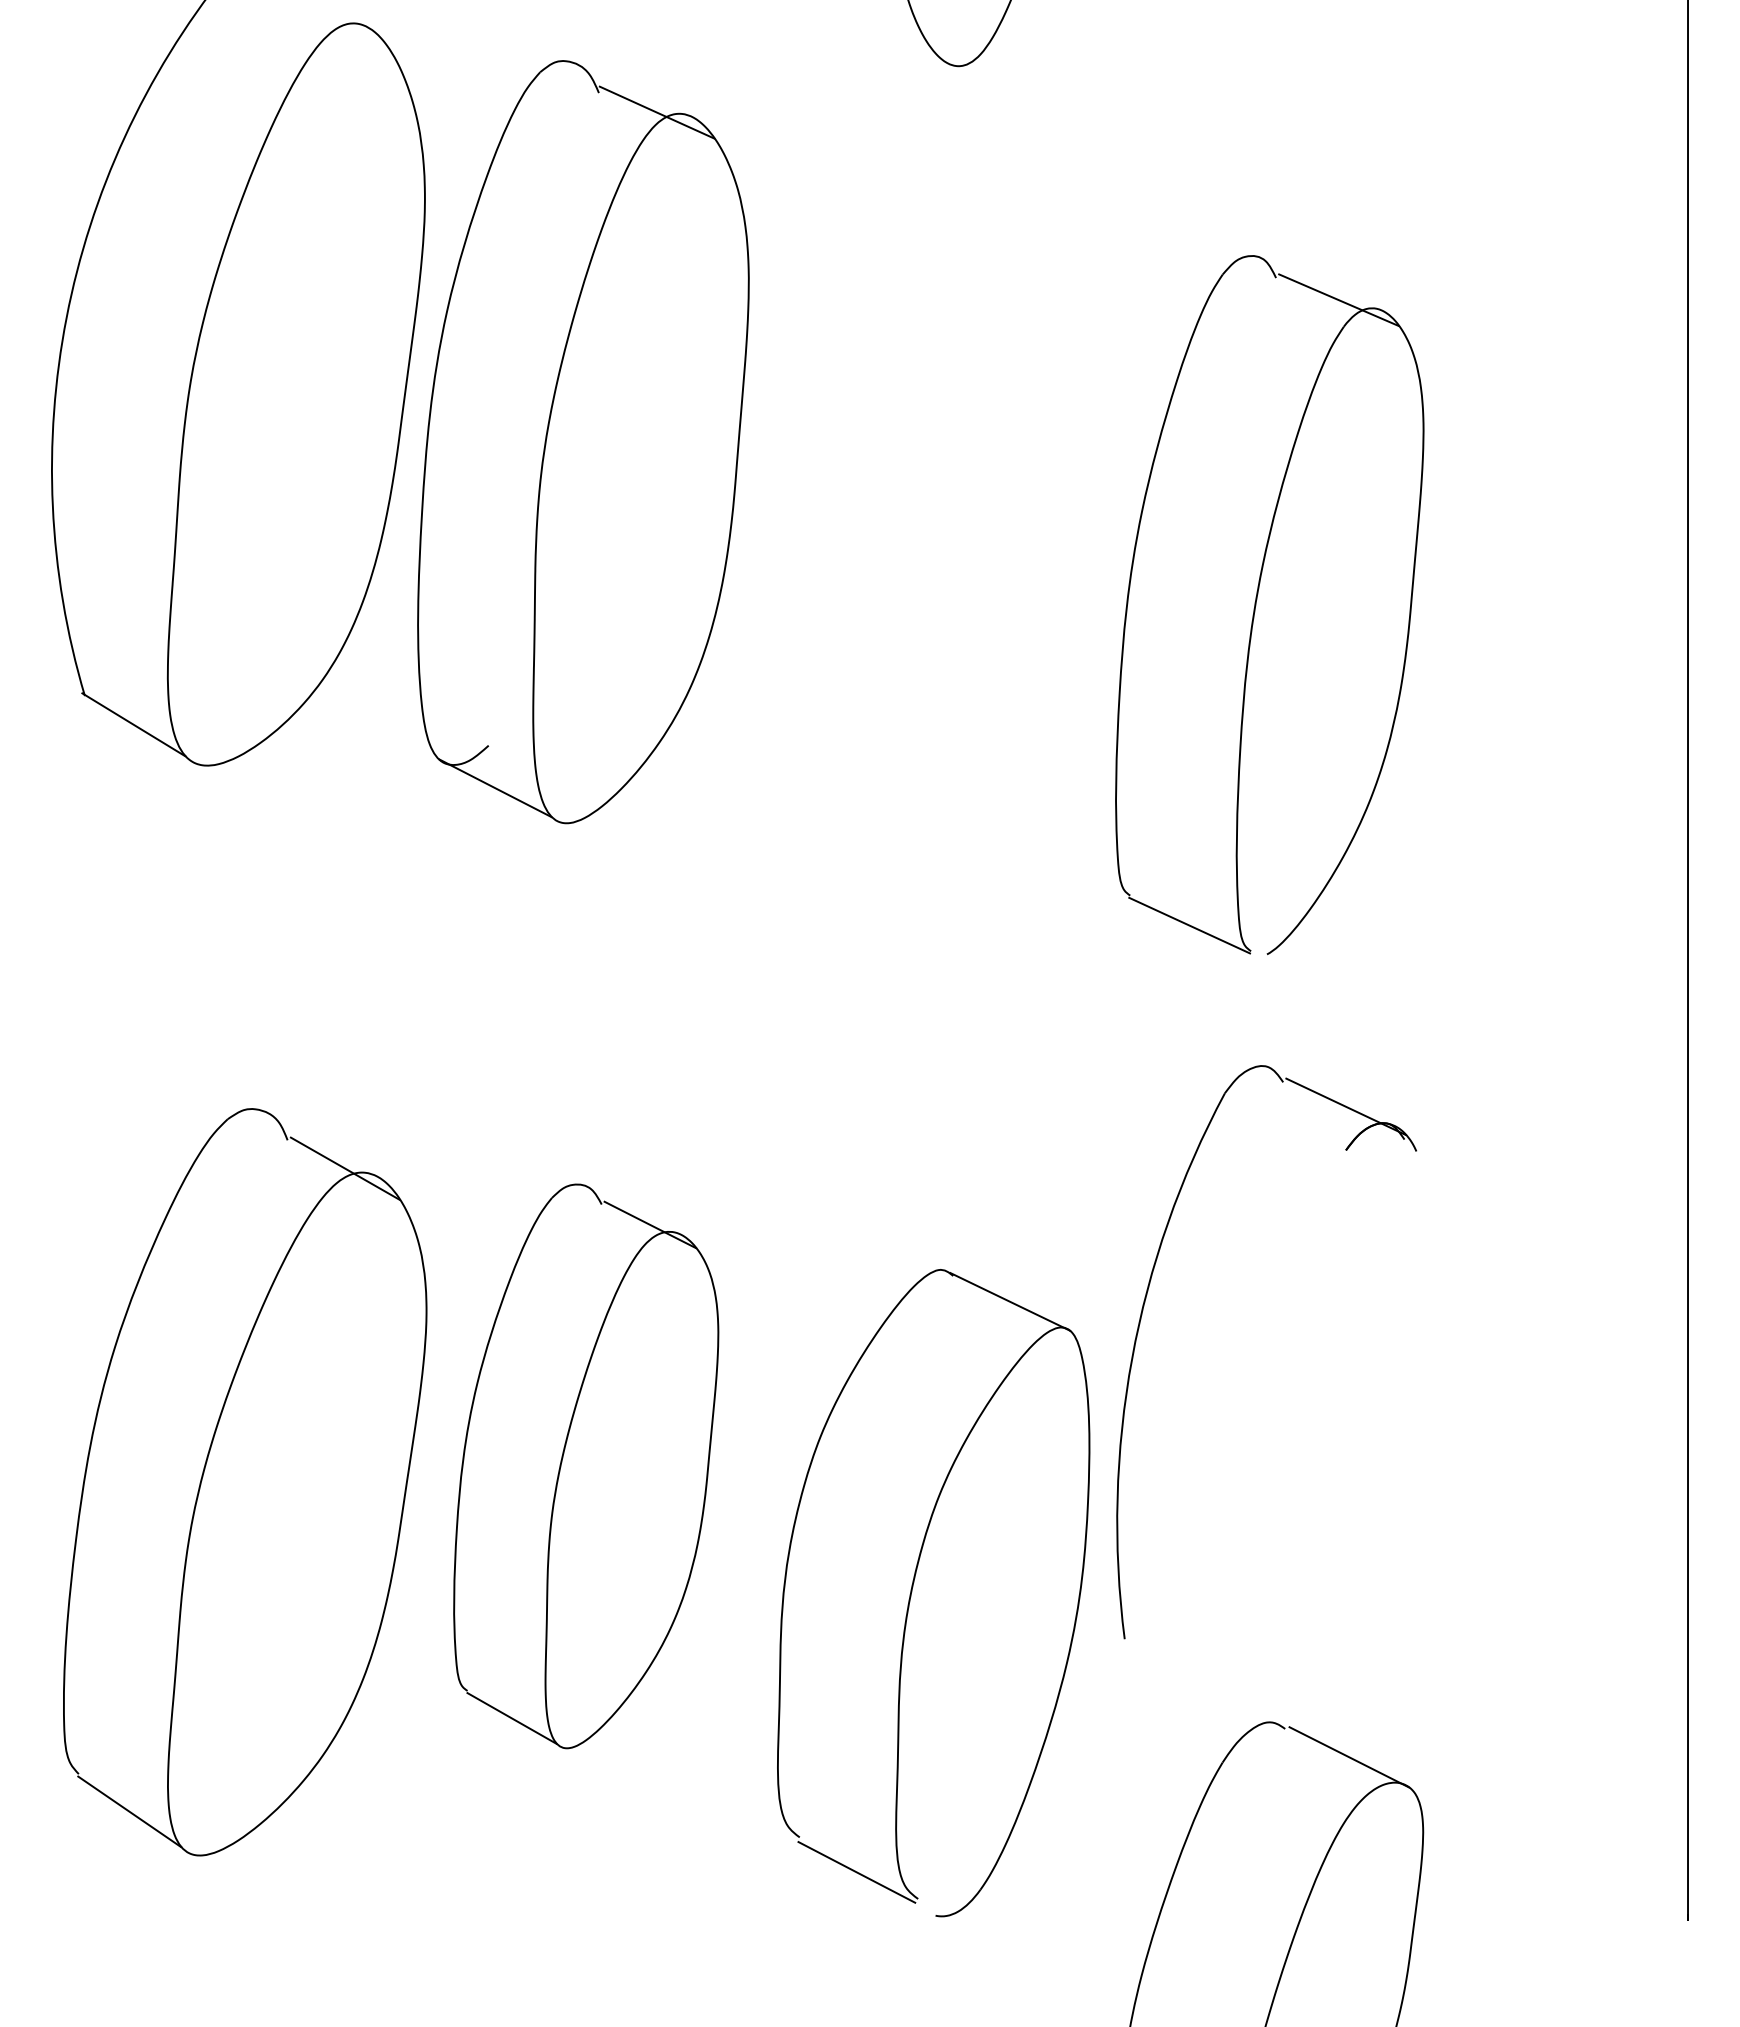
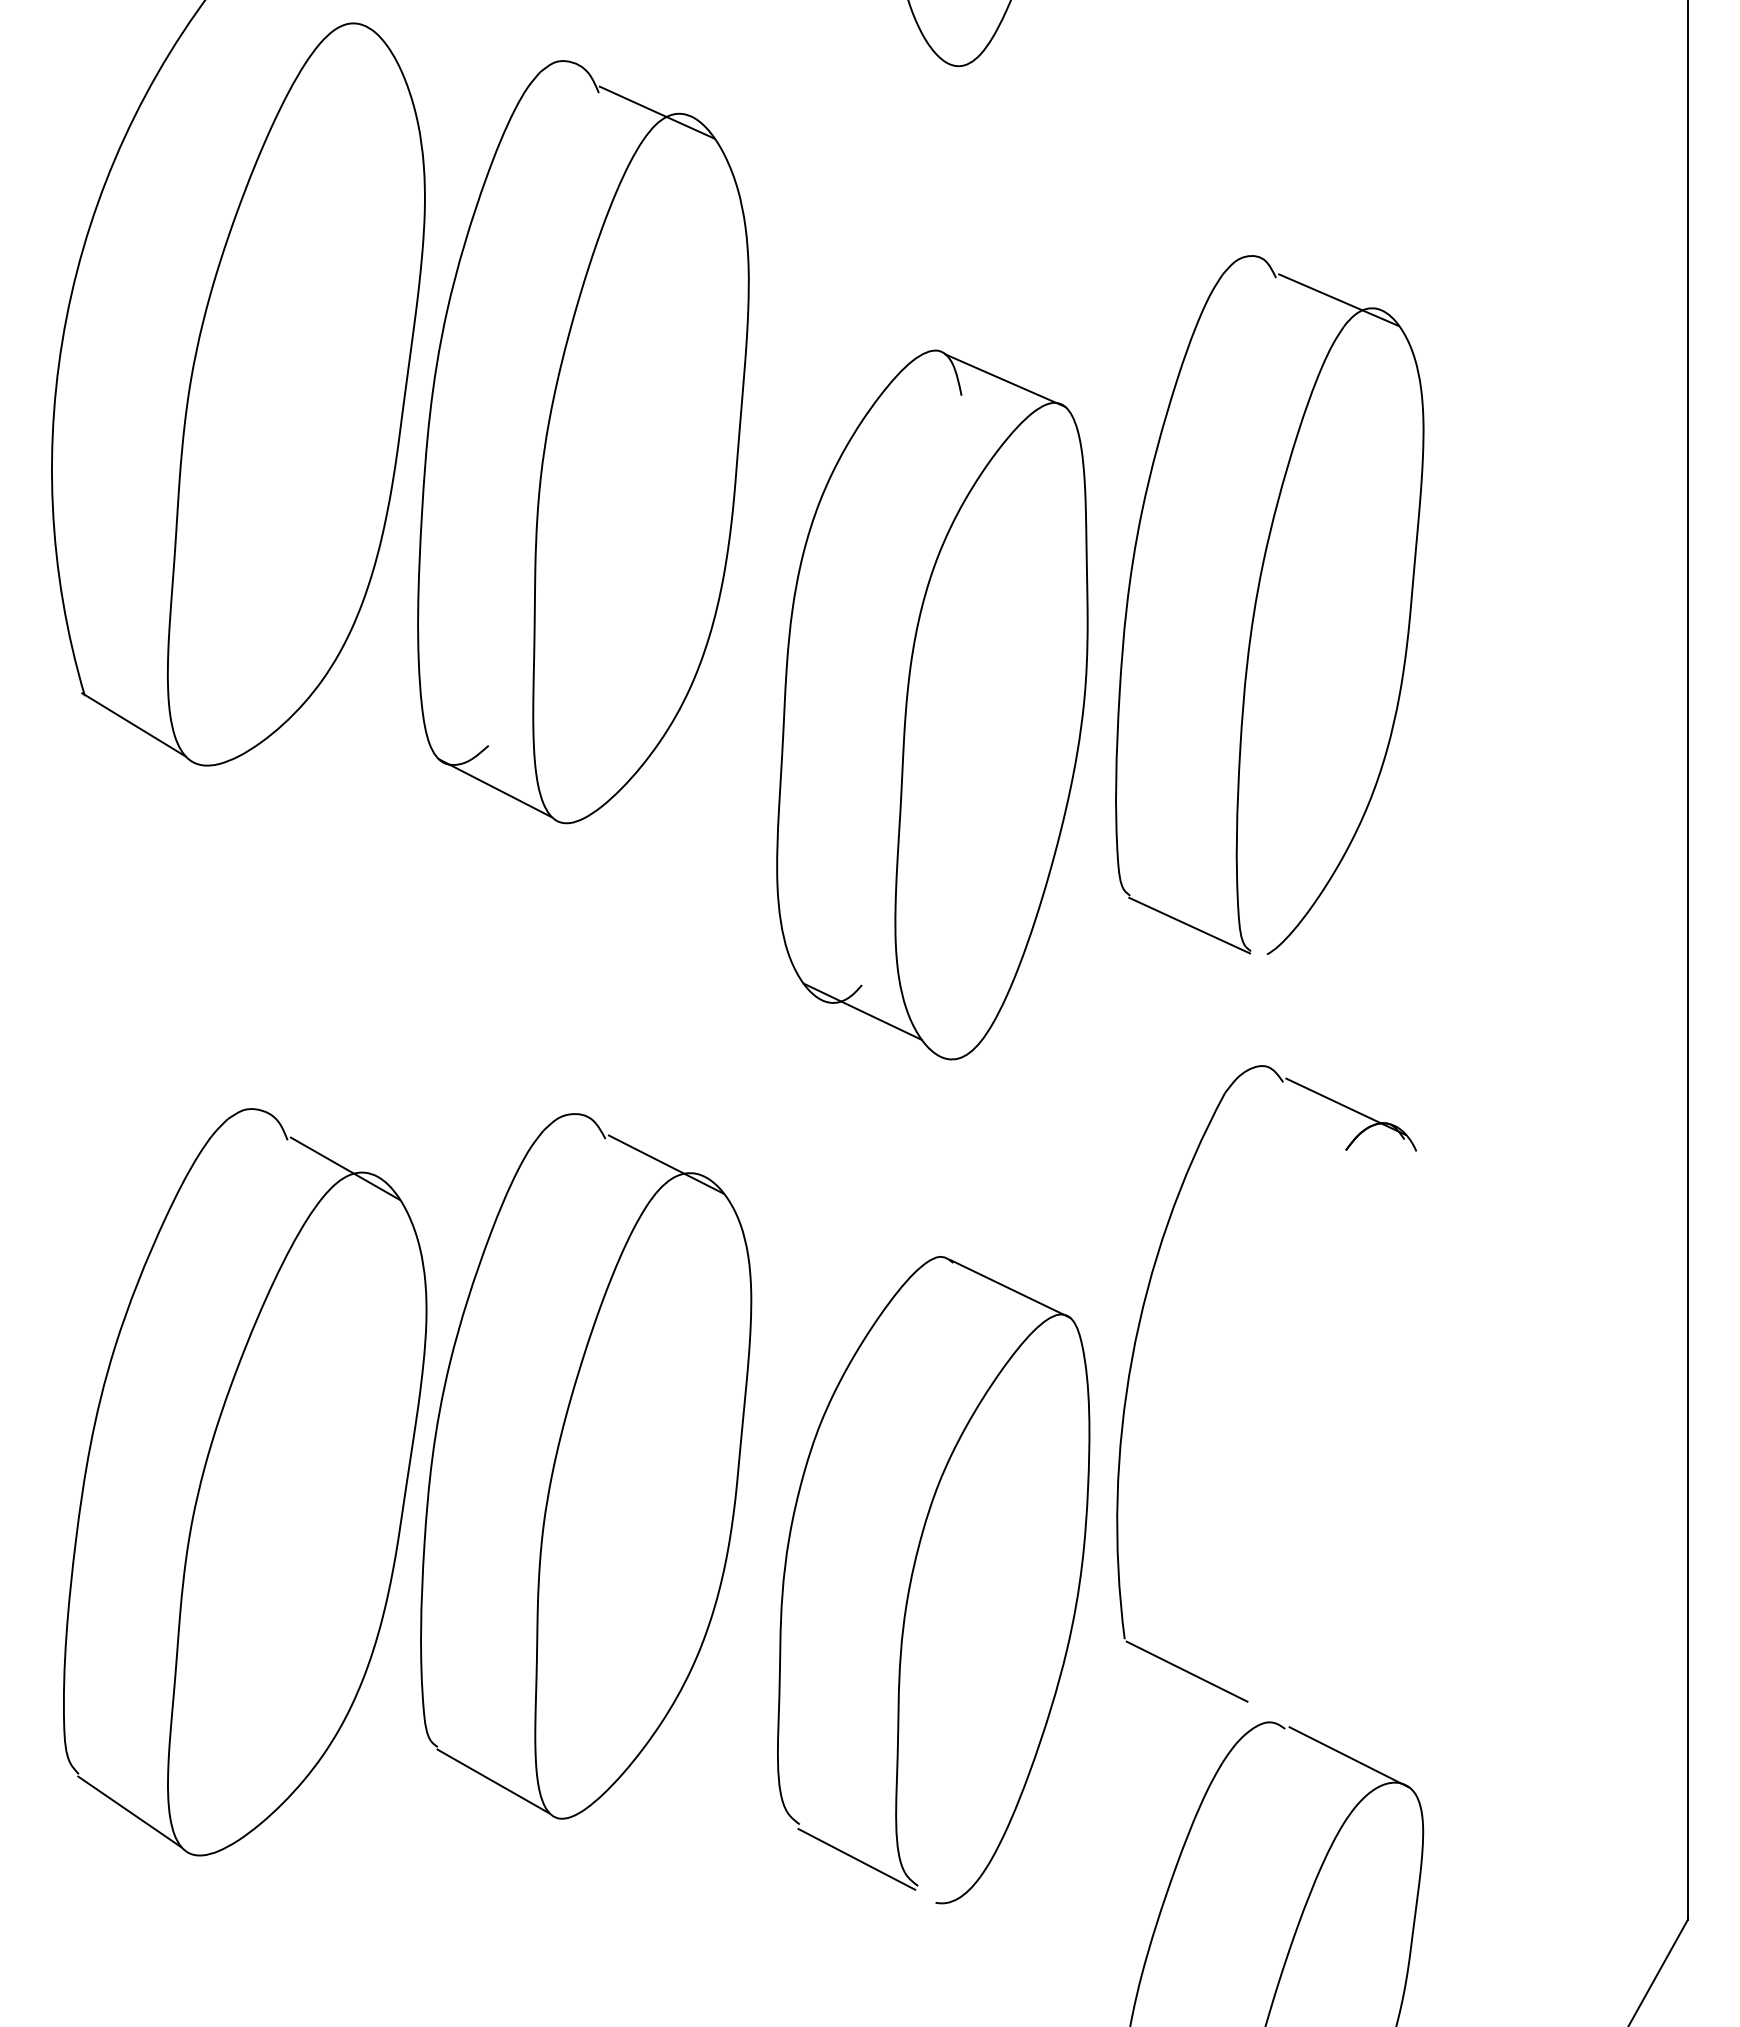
part at (932, 704): none -> present
part at (586, 1466) size: 267x567 px -> 333x707 px
part at (913, 1587) position: (913, 1587) -> (913, 1574)
line at (1186, 1671): none -> present
line at (1659, 1971): none -> present
